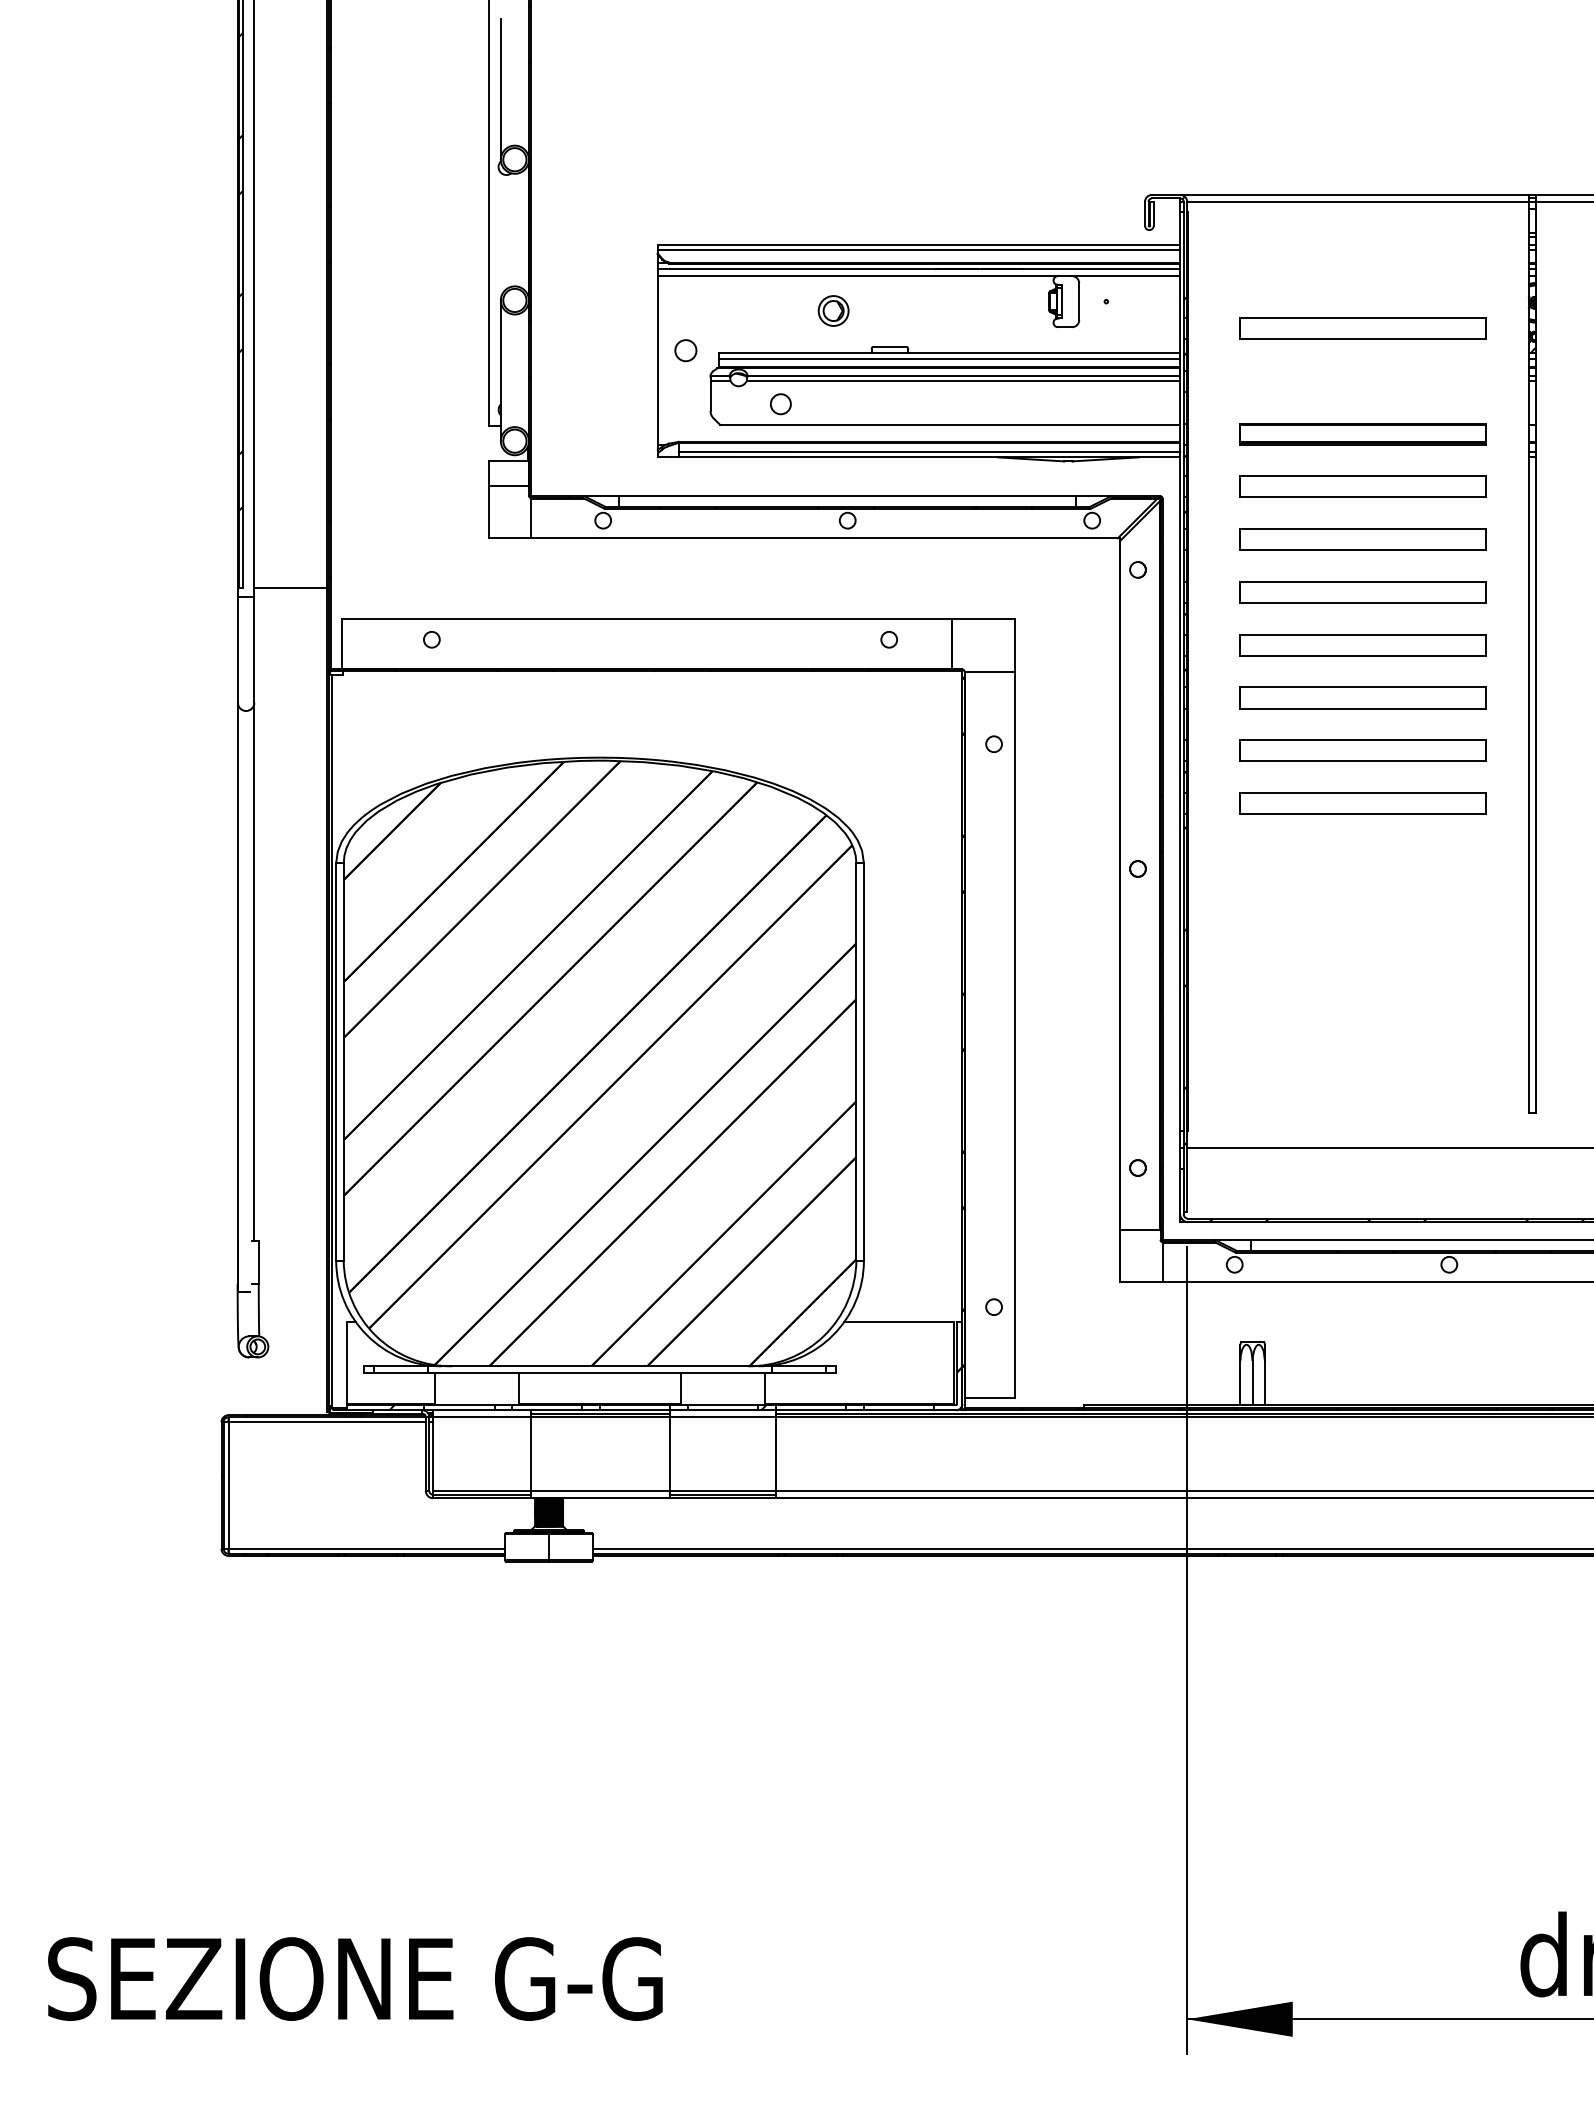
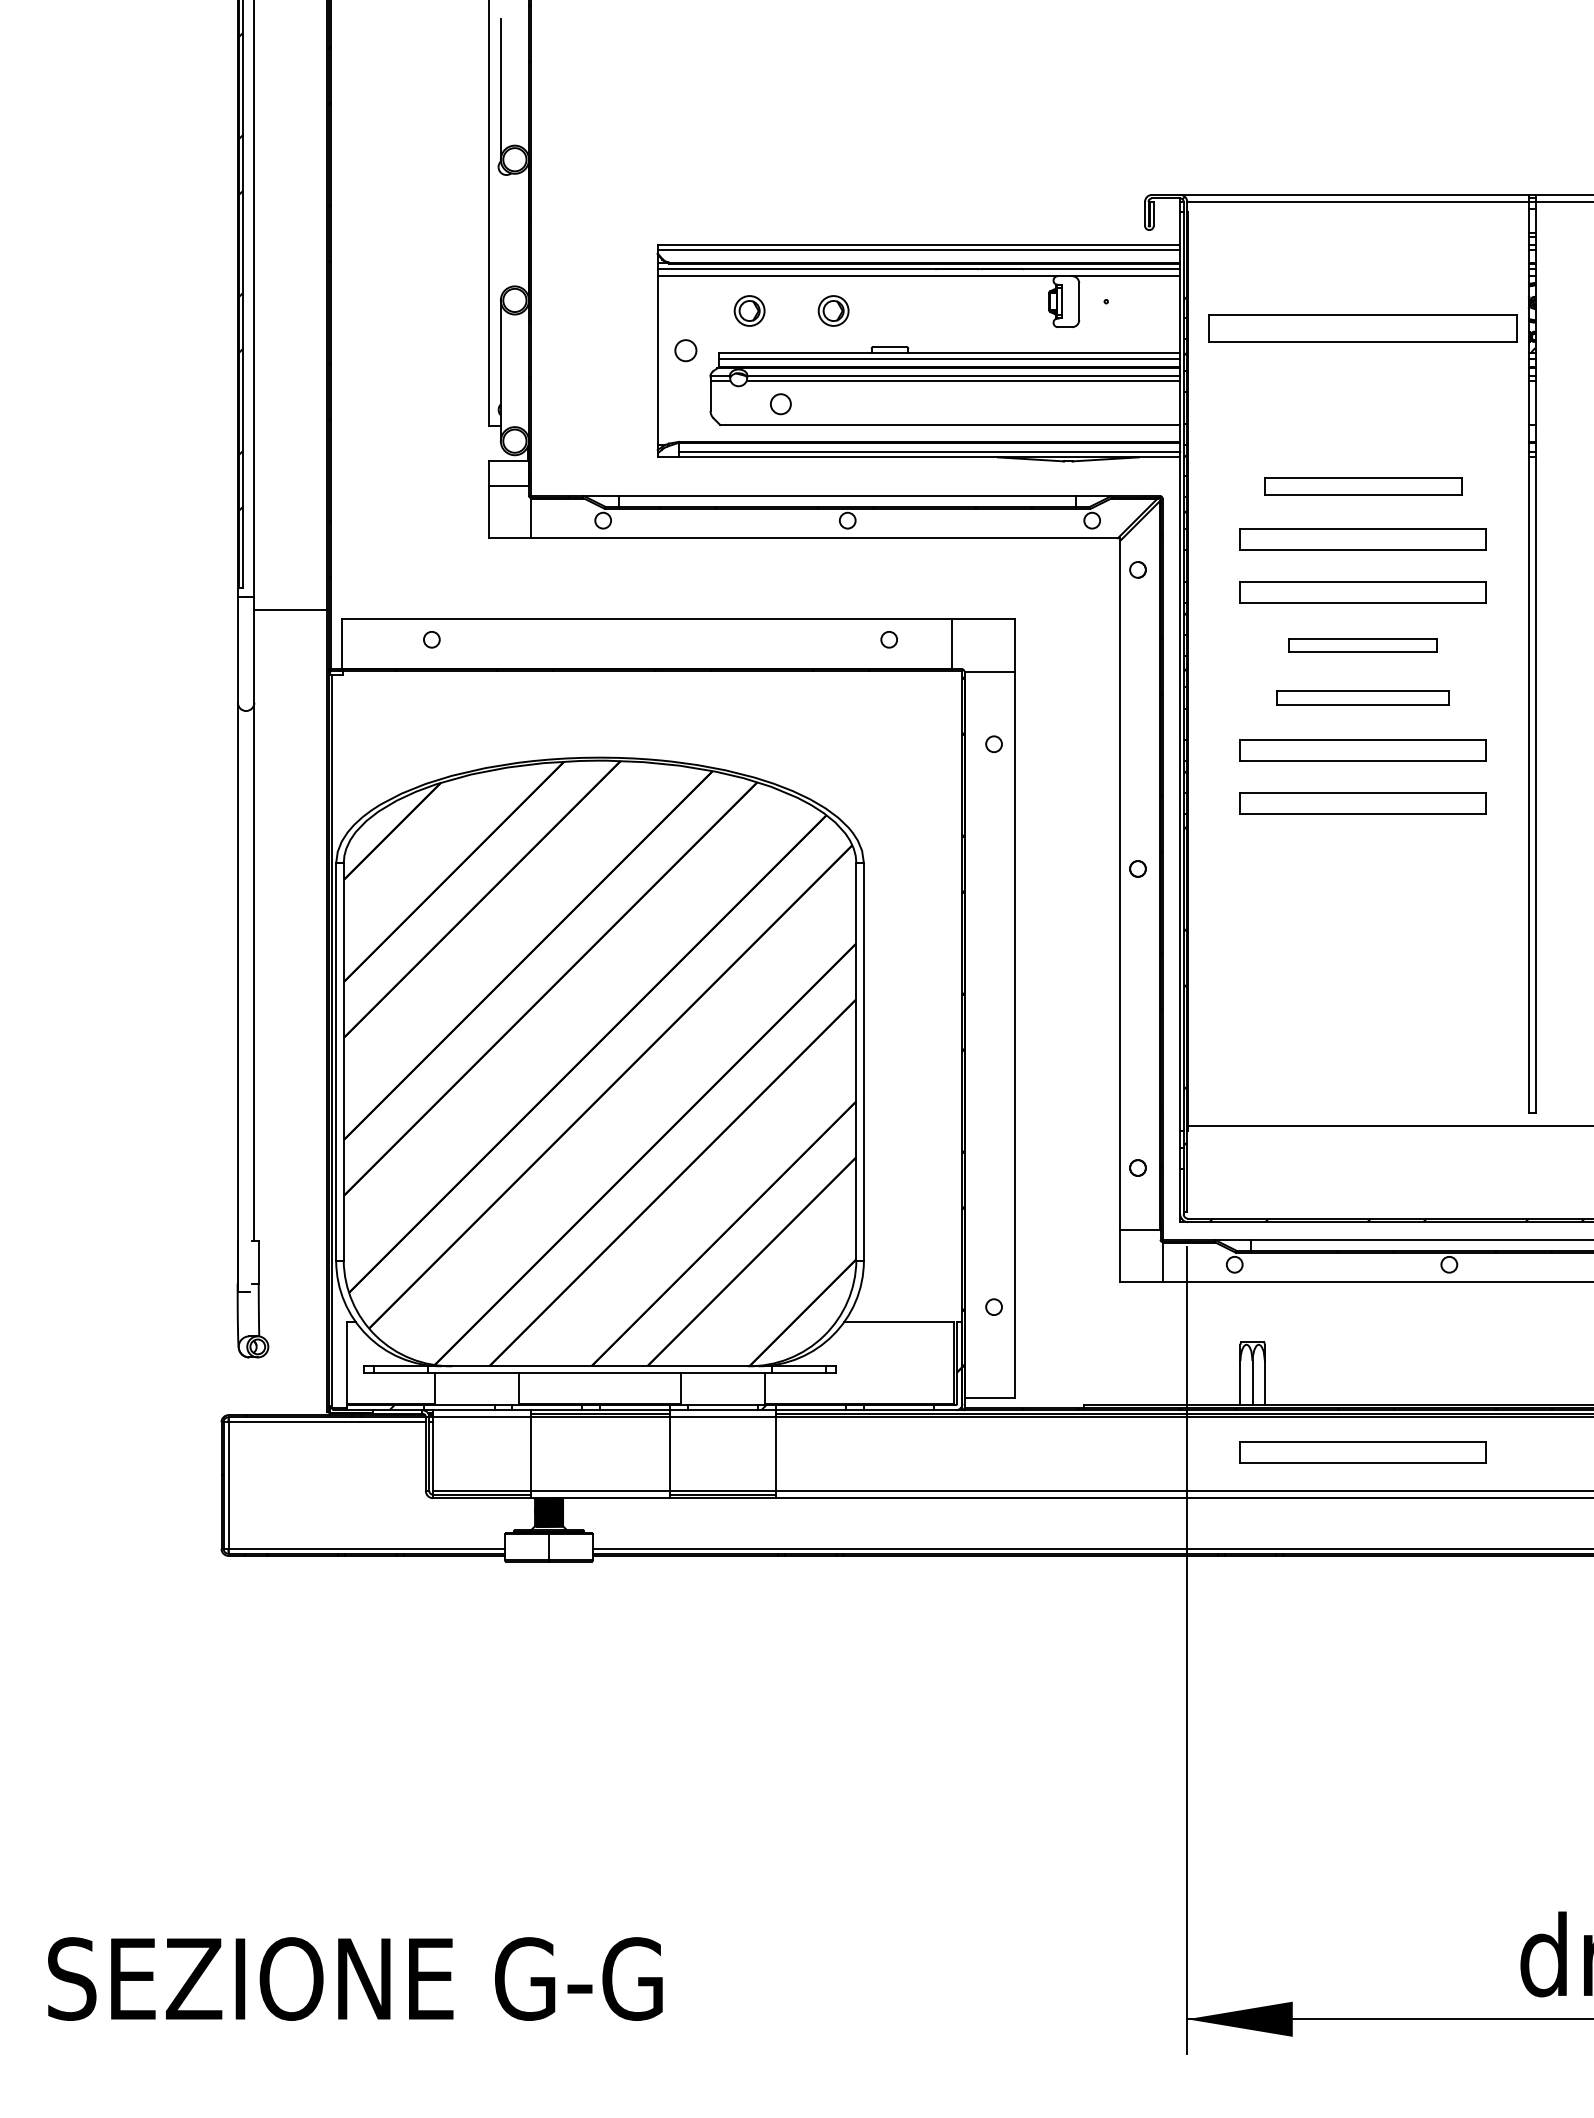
part at (749, 310): none -> present
part at (1362, 328) size: 248x23 px -> 310x29 px
part at (1362, 434): present -> none
part at (1362, 486) size: 248x23 px -> 199x19 px
line at (290, 588) position: (290, 588) -> (290, 610)
part at (1362, 645) size: 248x23 px -> 150x15 px
part at (1362, 697) size: 248x24 px -> 174x16 px
line at (1388, 1148) position: (1388, 1148) -> (1388, 1126)
part at (1362, 1452): none -> present
